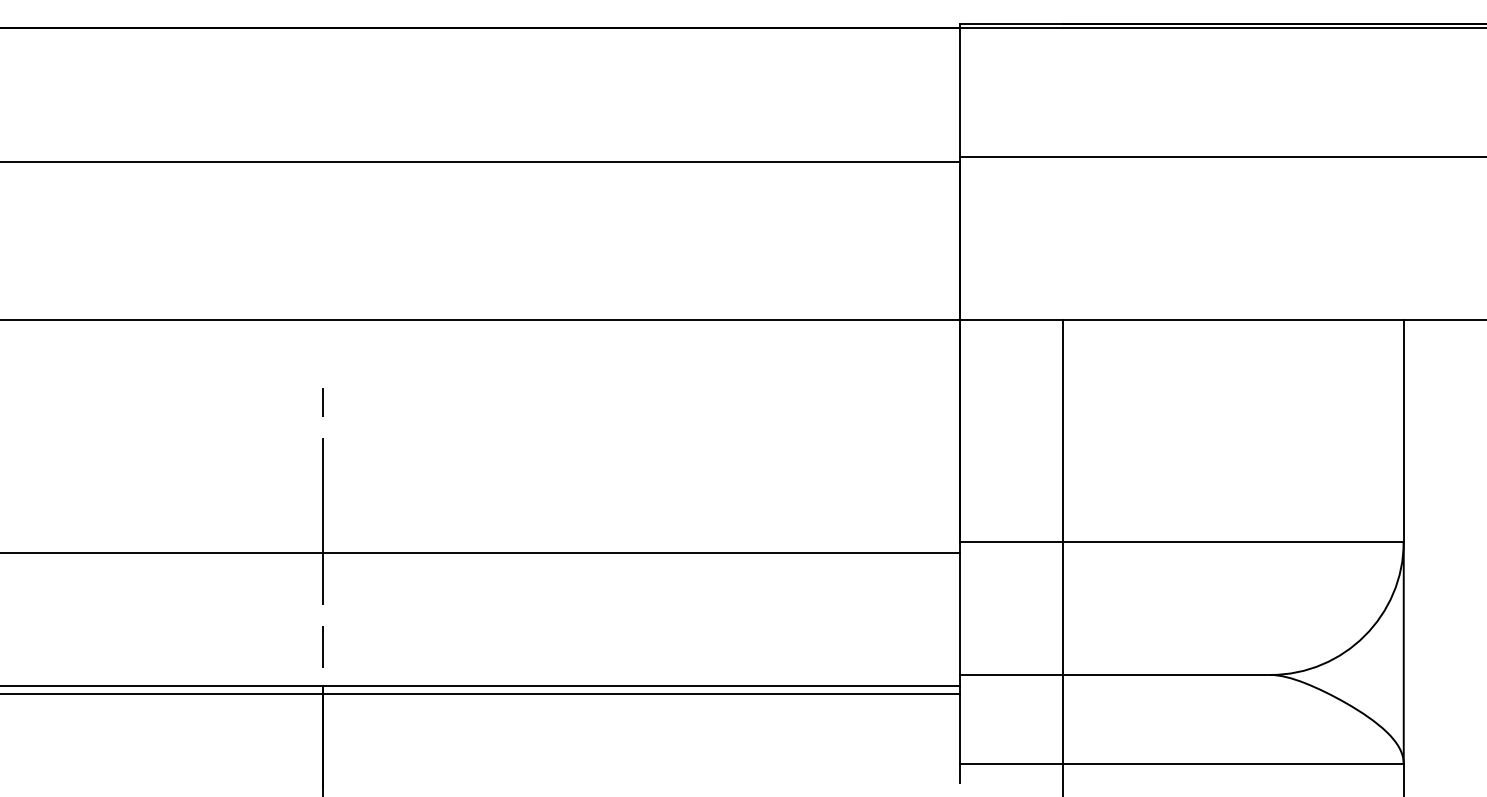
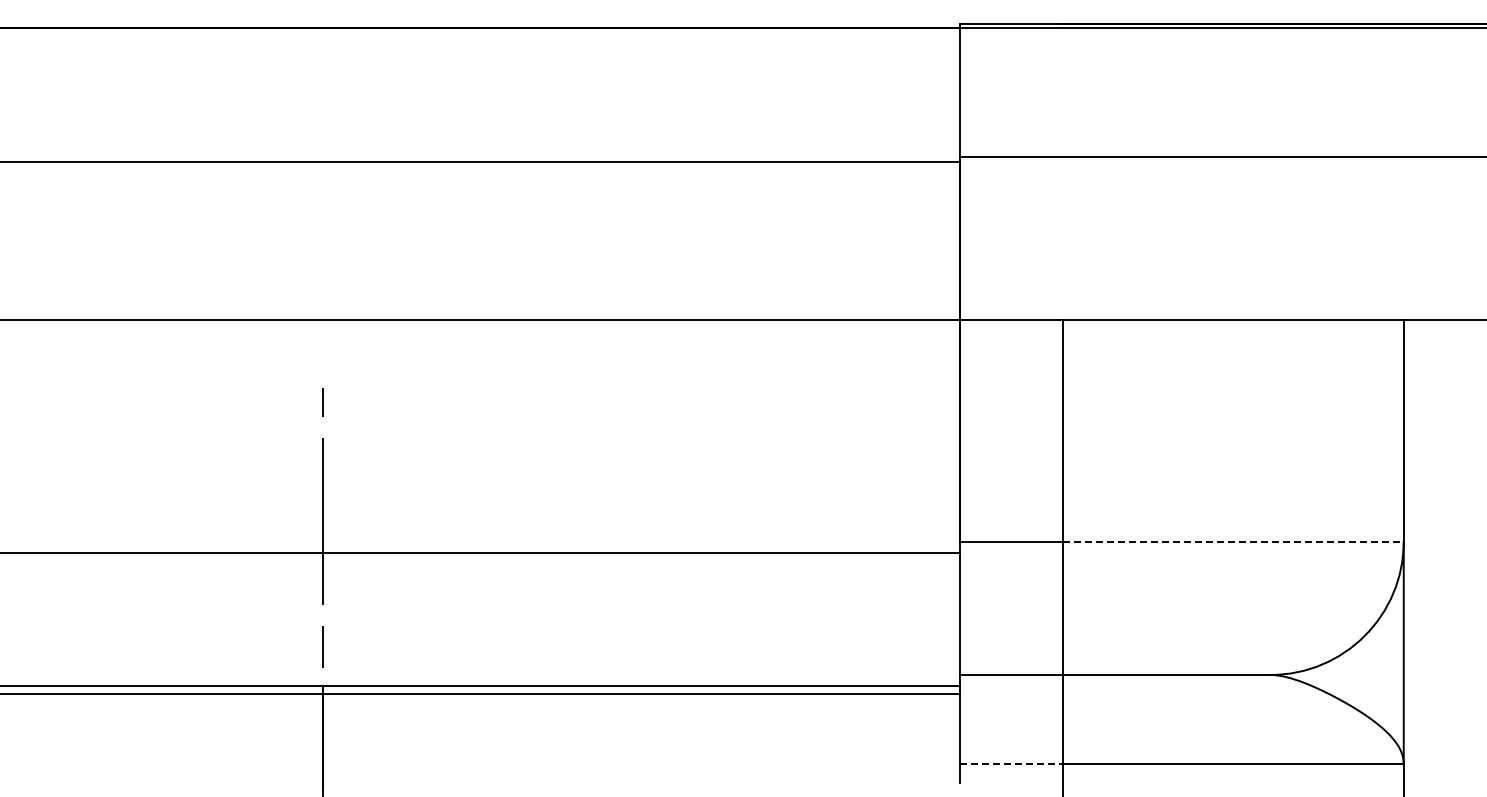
line at (1234, 541): solid -> dashed
line at (1011, 763): solid -> dashed
